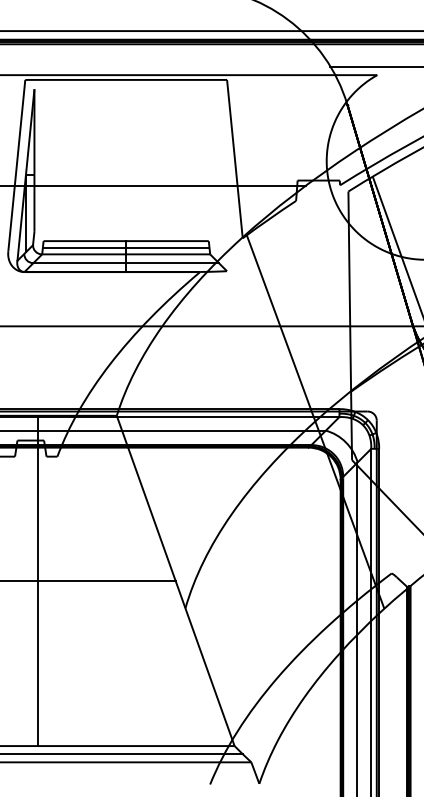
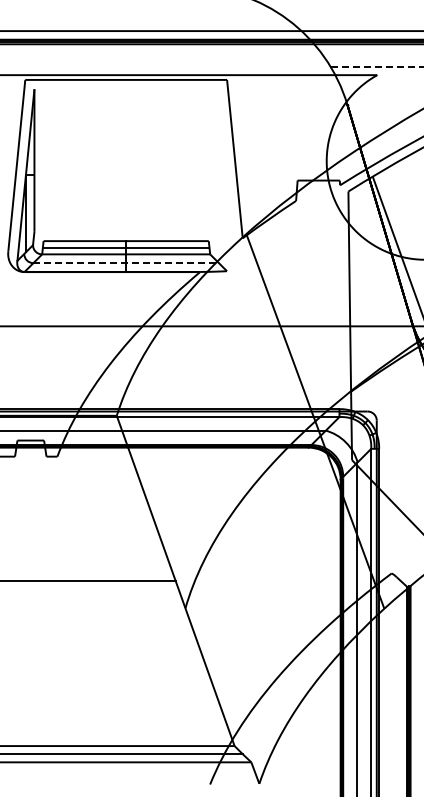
line at (377, 66): solid -> dashed
line at (154, 185): present -> none
line at (126, 263): solid -> dashed
line at (38, 580): present -> none
